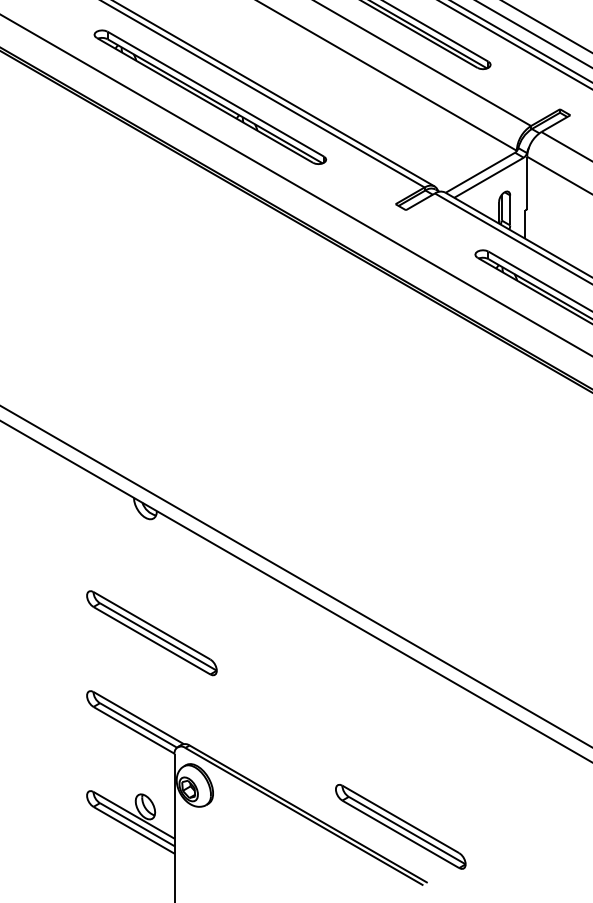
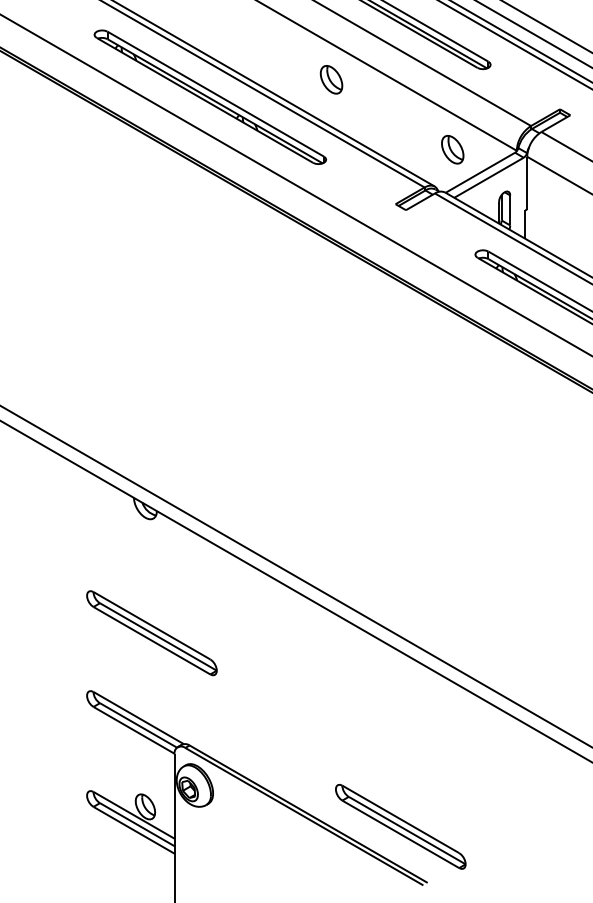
part at (331, 79): none -> present
part at (452, 149): none -> present
